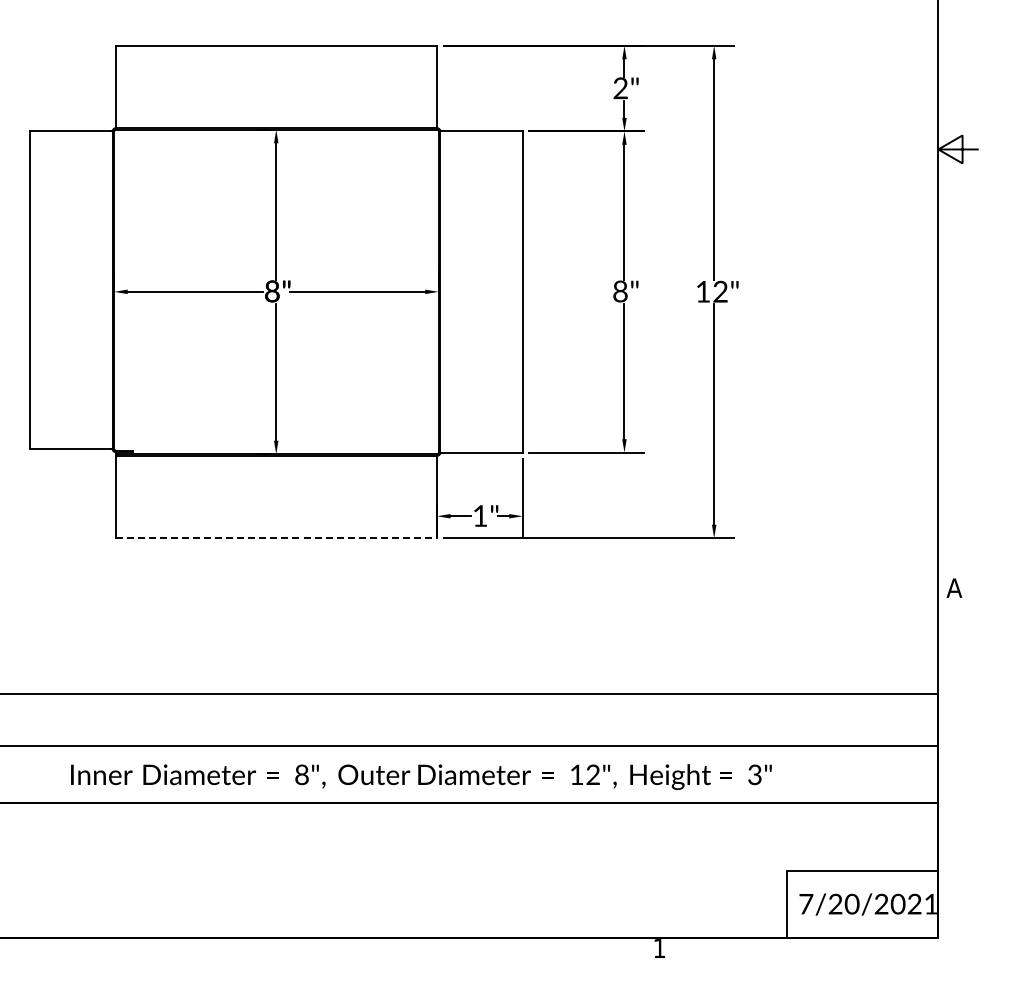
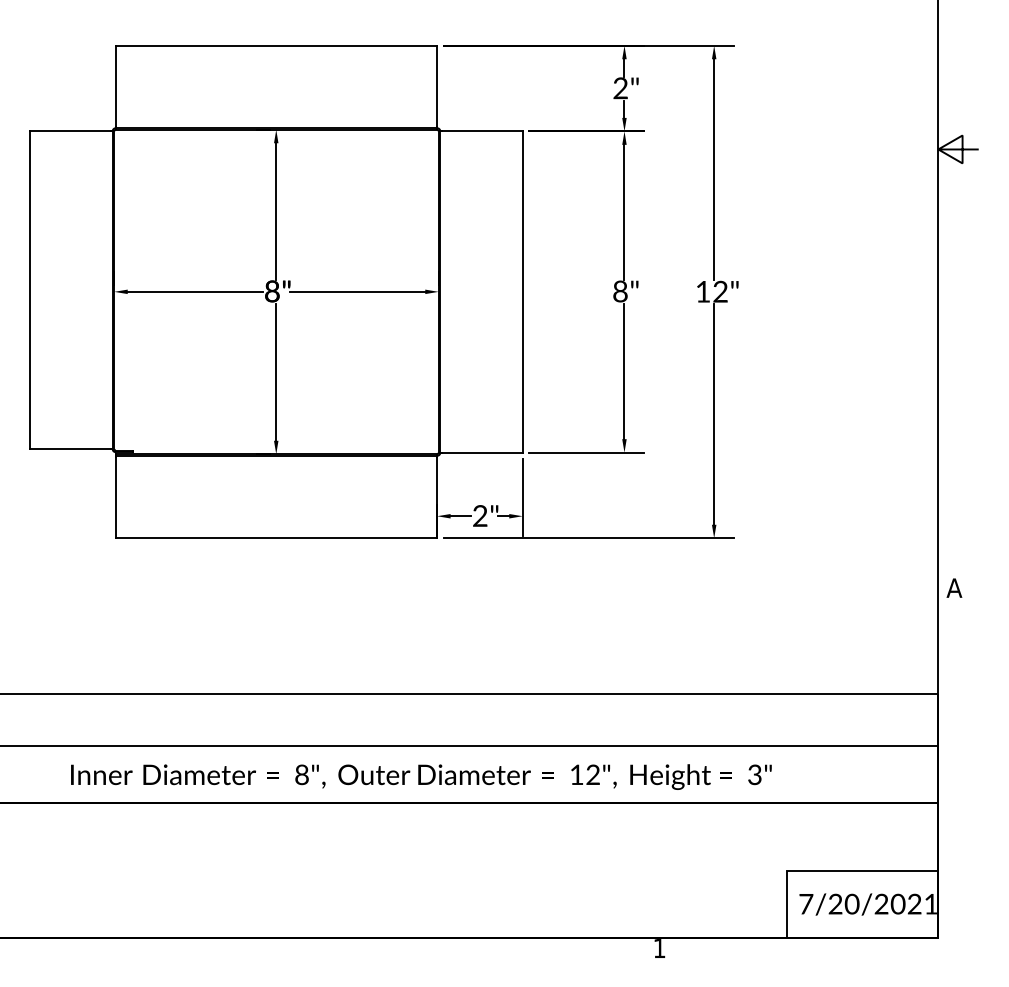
text at (480, 515): 1" -> 2"
line at (276, 538): dashed -> solid
